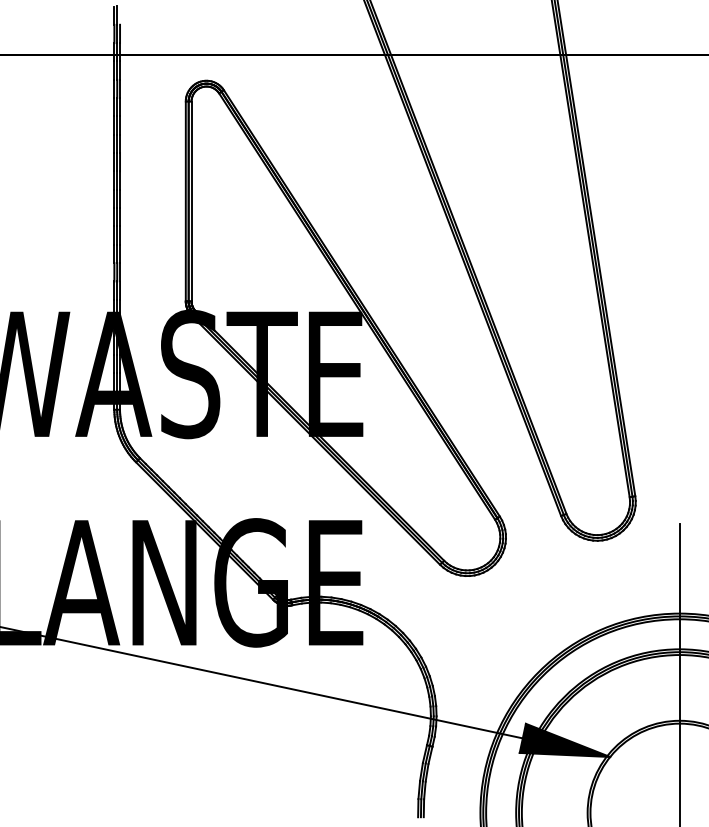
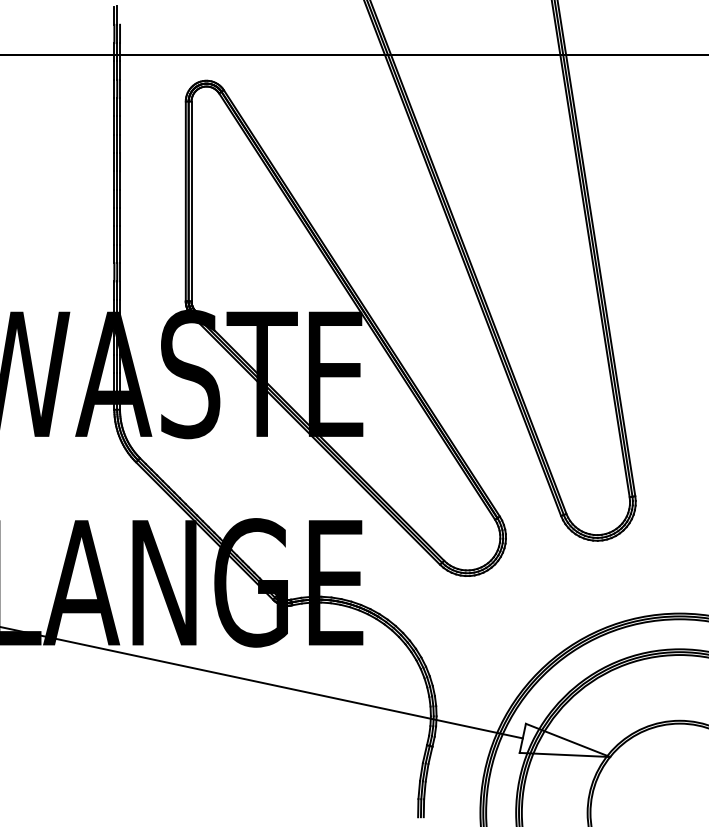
line at (679, 673): present -> none
fill at (564, 740): present -> none
